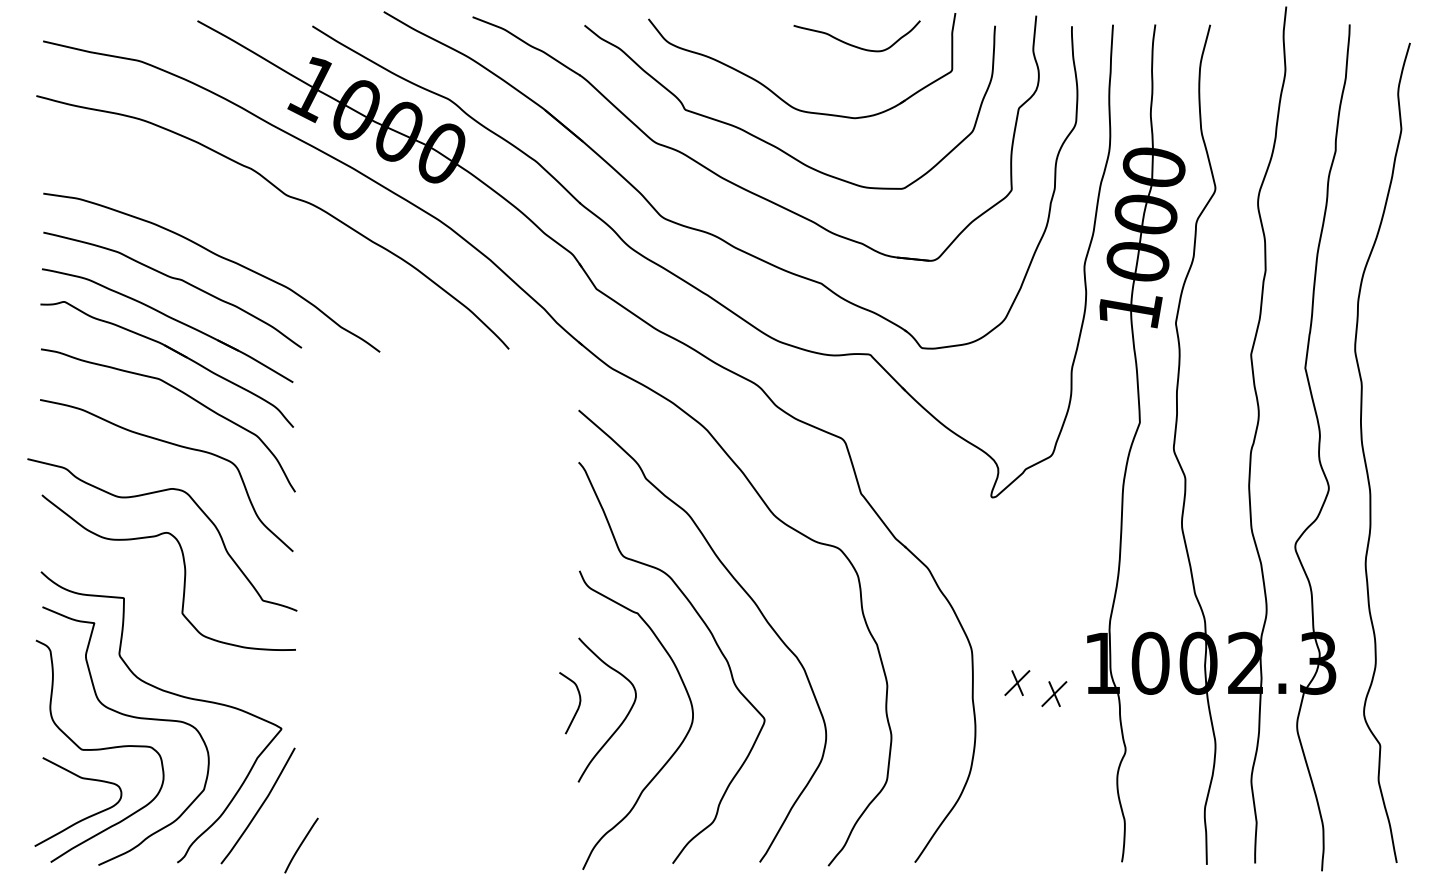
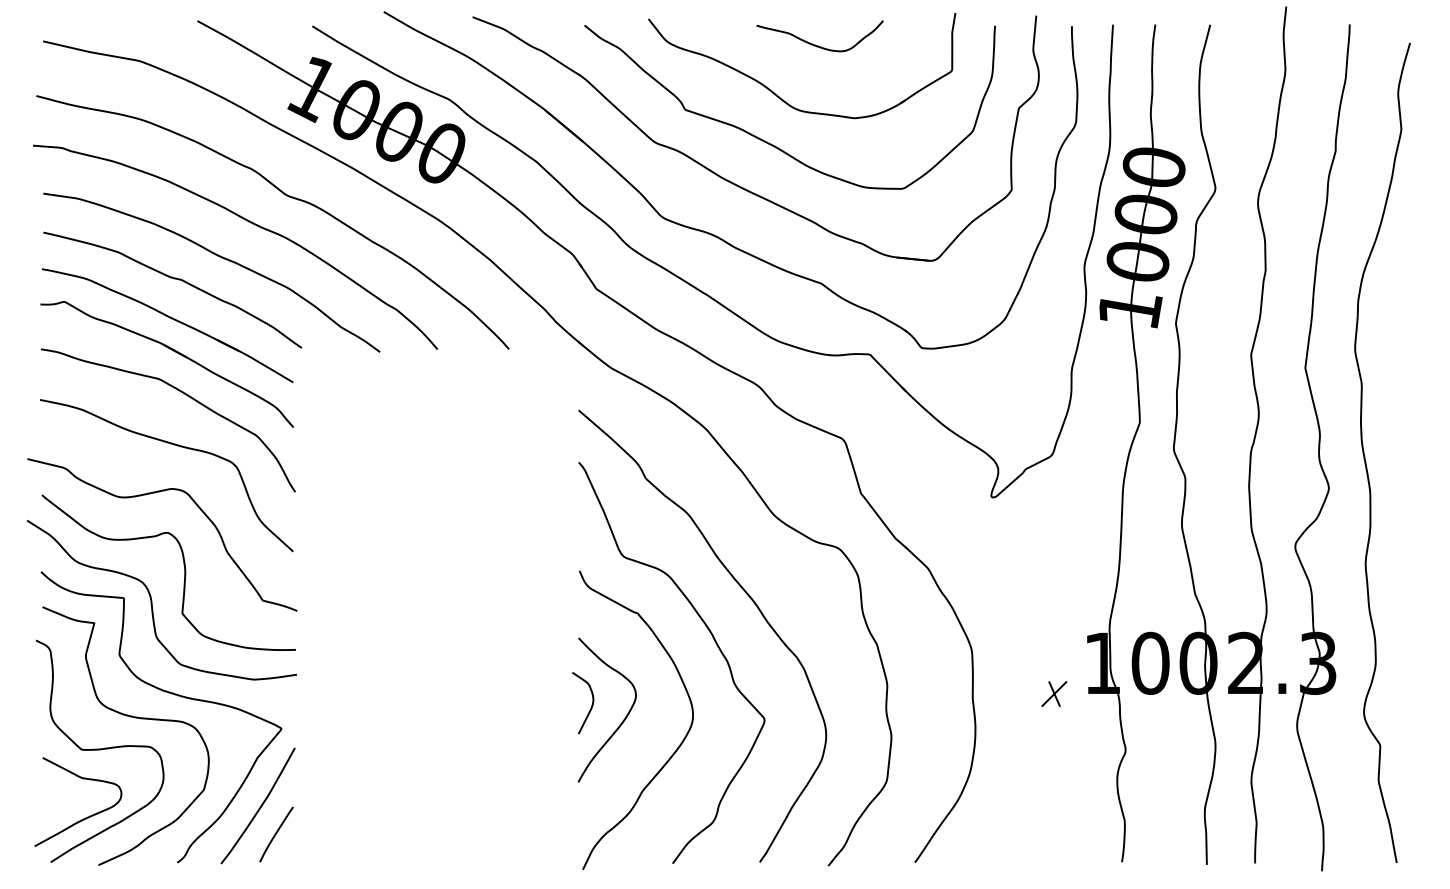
curve at (852, 44) position: (852, 44) -> (815, 44)
curve at (248, 222): none -> present
curve at (152, 600): none -> present
part at (1017, 682): present -> none
curve at (578, 704) position: (578, 704) -> (591, 704)
curve at (301, 845) position: (301, 845) -> (276, 834)
